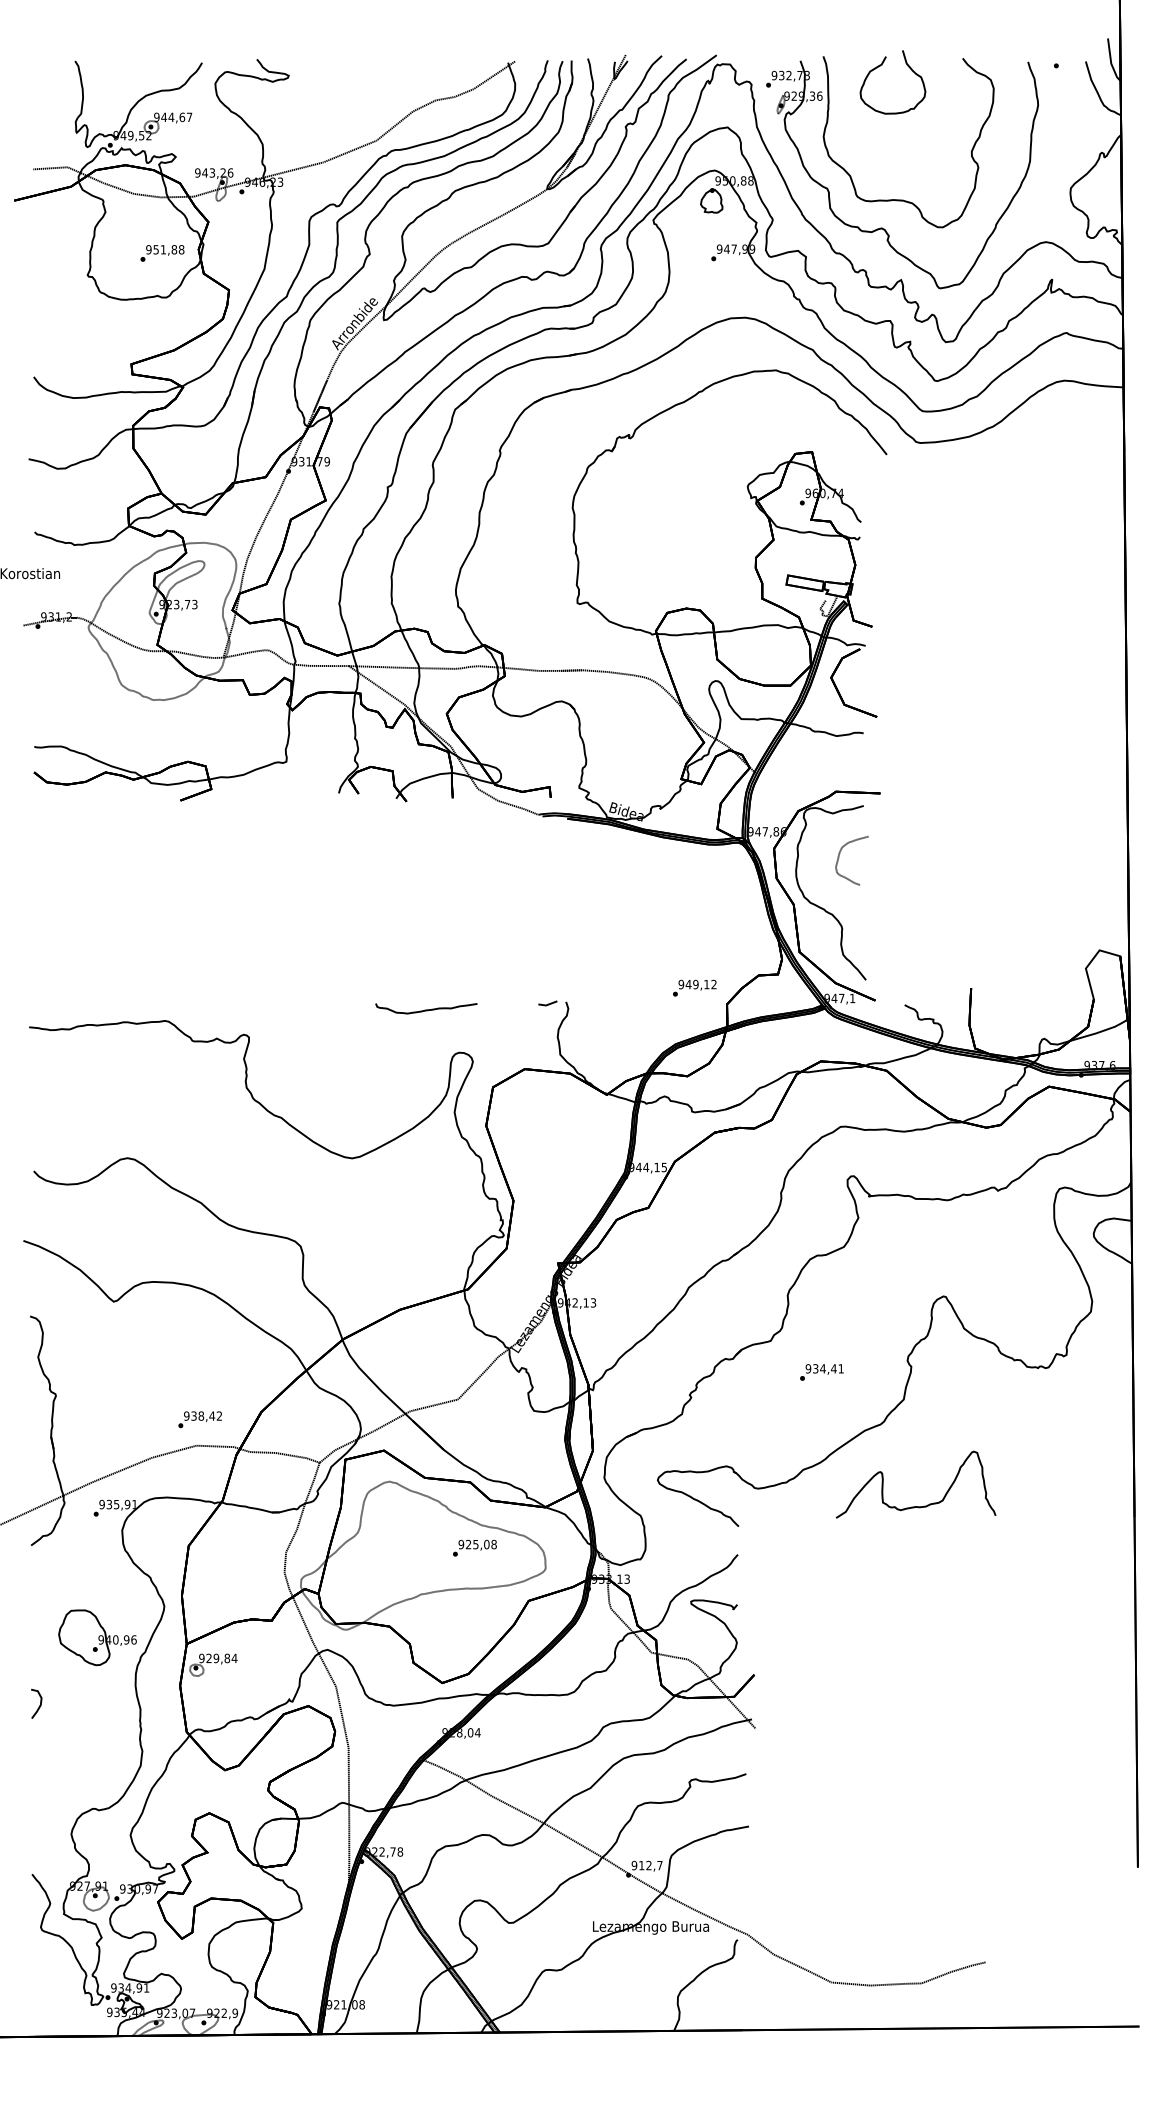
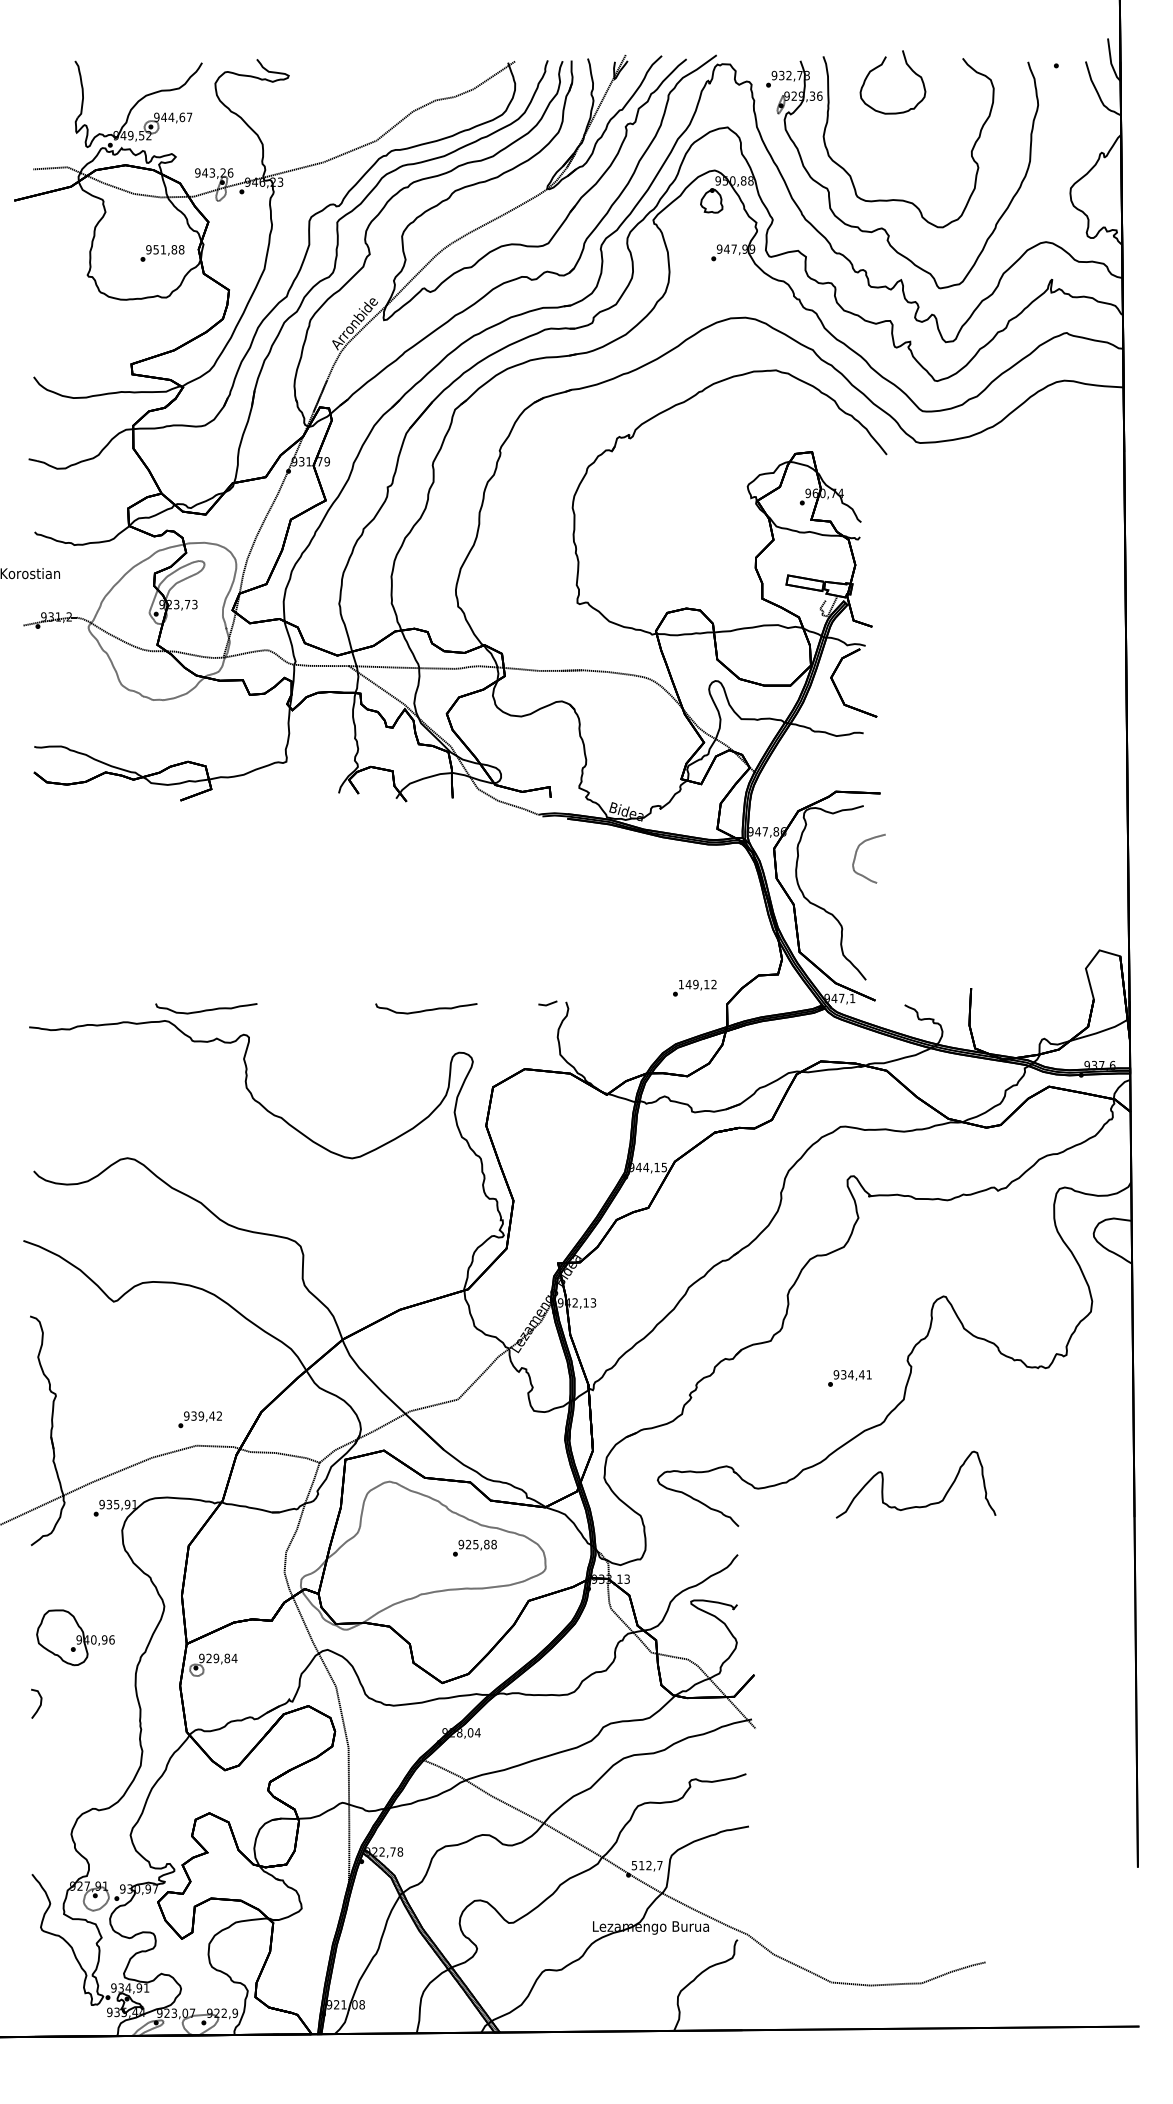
curve at (839, 858) position: (839, 858) -> (856, 856)
text at (681, 984): 949,12 -> 149,12
curve at (206, 1009): none -> present
text at (821, 1372) position: (821, 1372) -> (849, 1378)
text at (201, 1415): 938,42 -> 939,42
text at (486, 1544): 925,08 -> 925,88
part at (97, 1637) position: (97, 1637) -> (75, 1637)
text at (634, 1864): 912,7 -> 512,7
